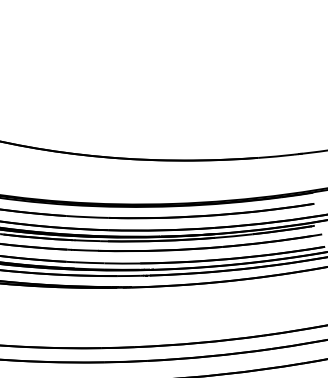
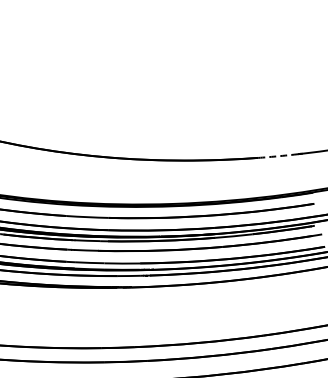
arc at (276, 156): solid -> dashed
